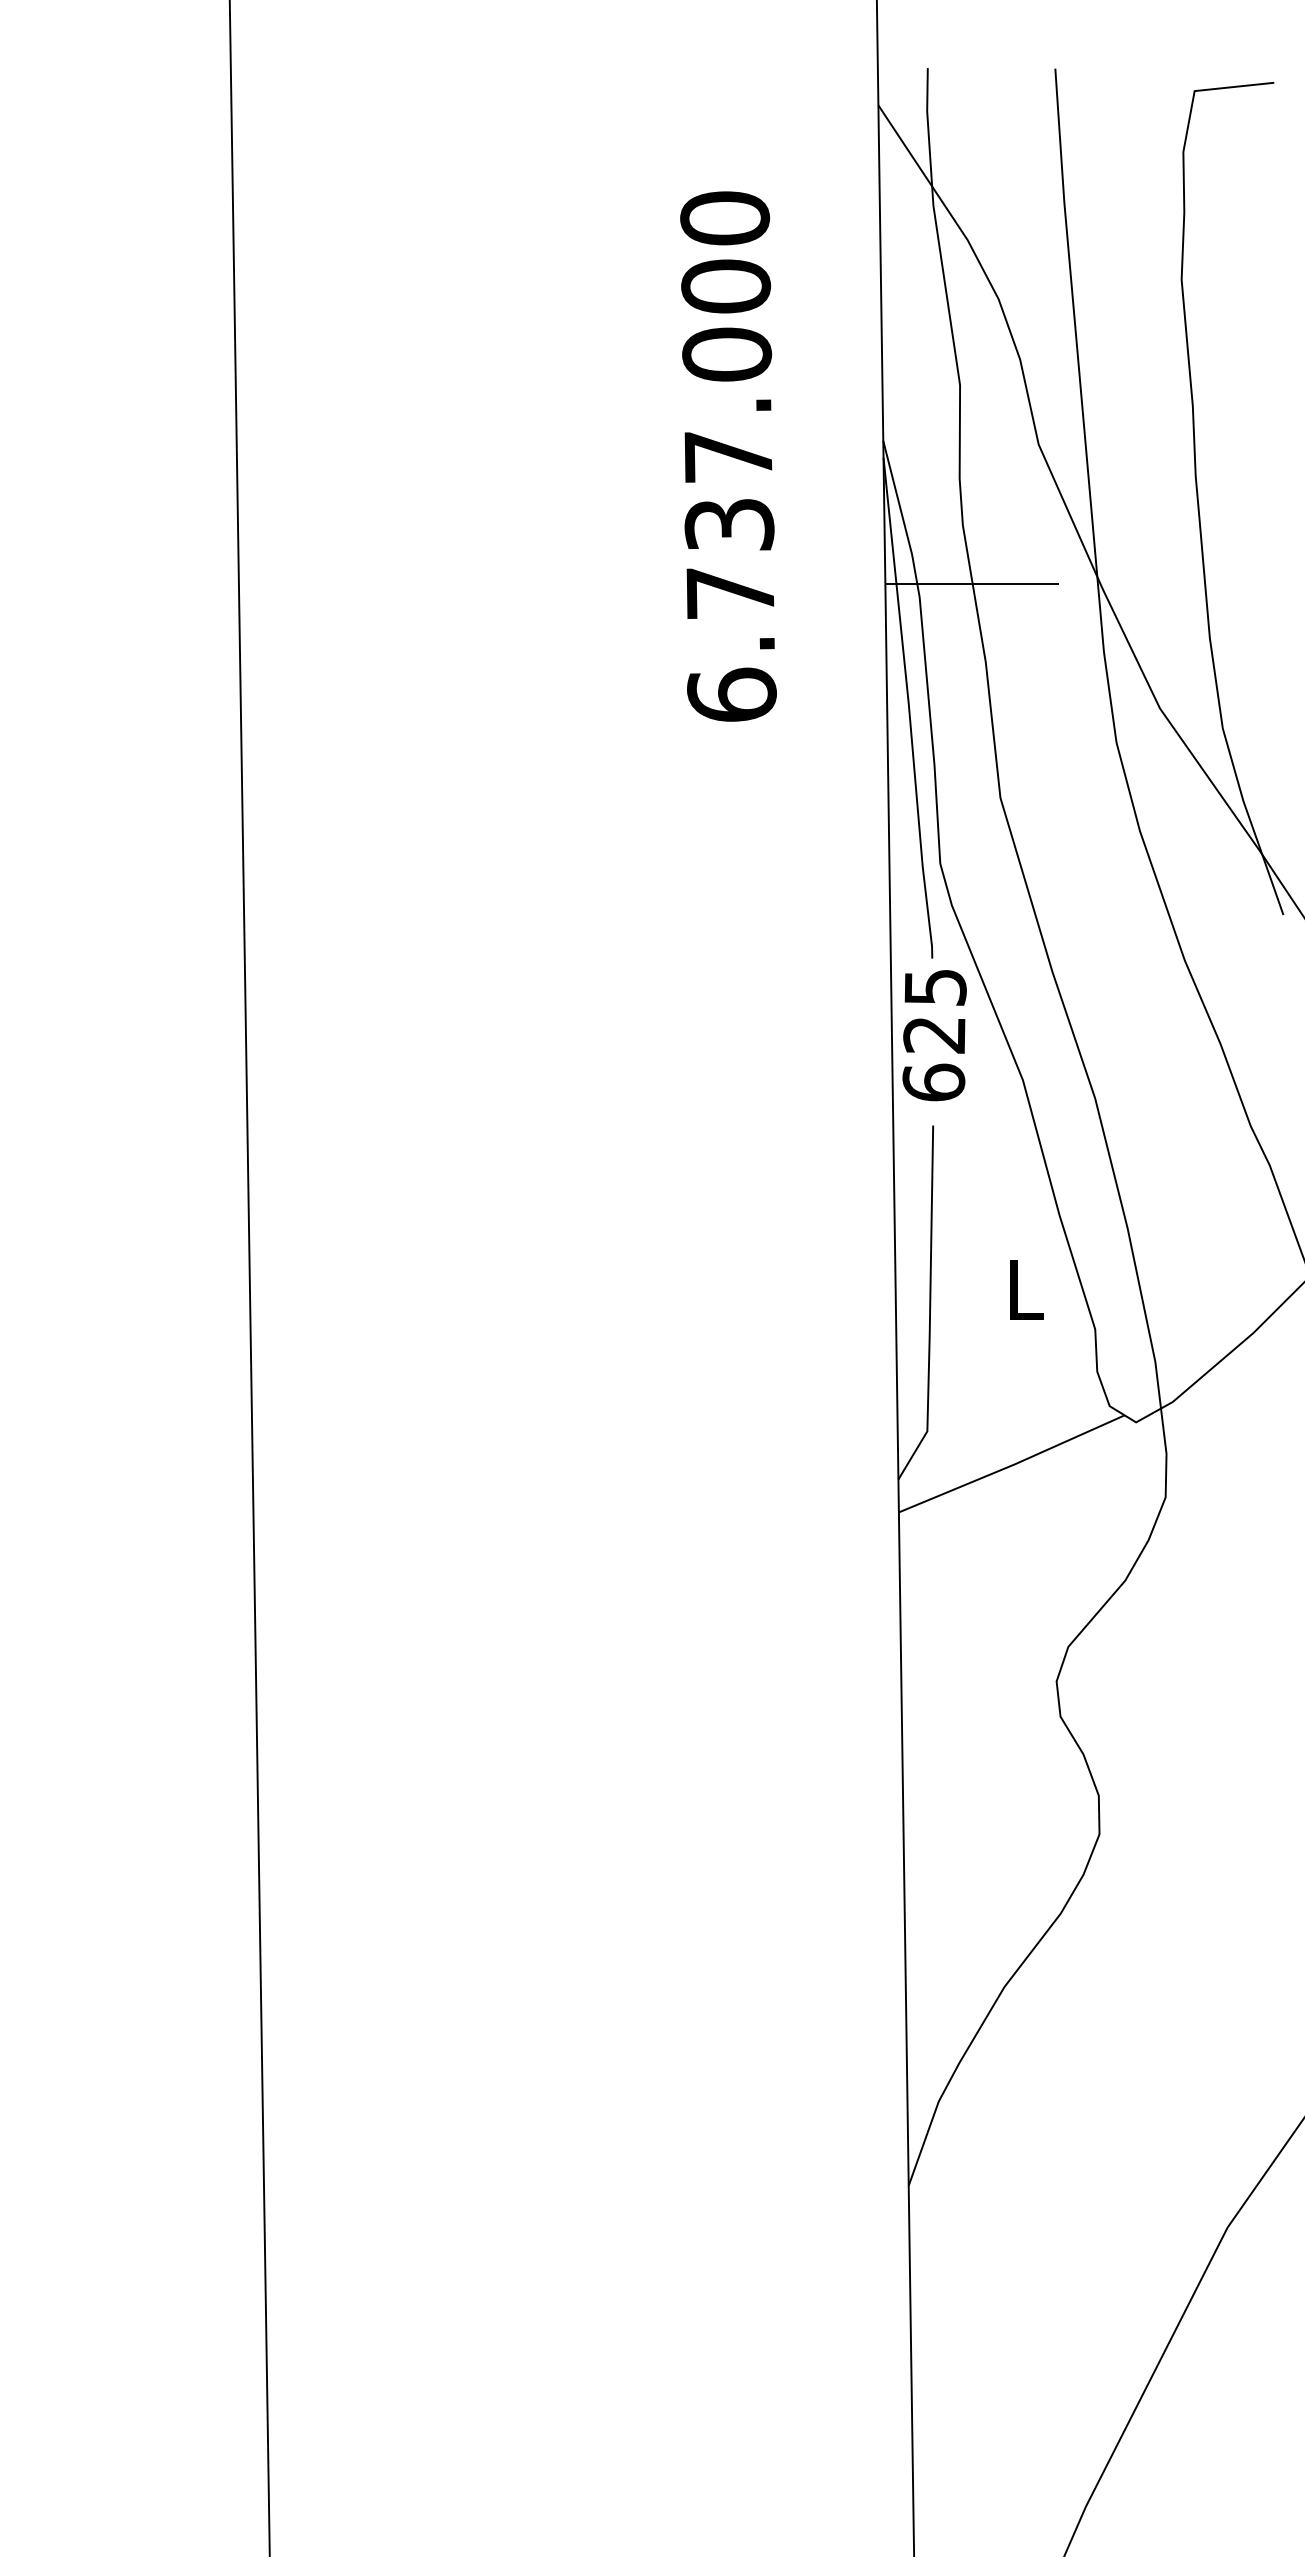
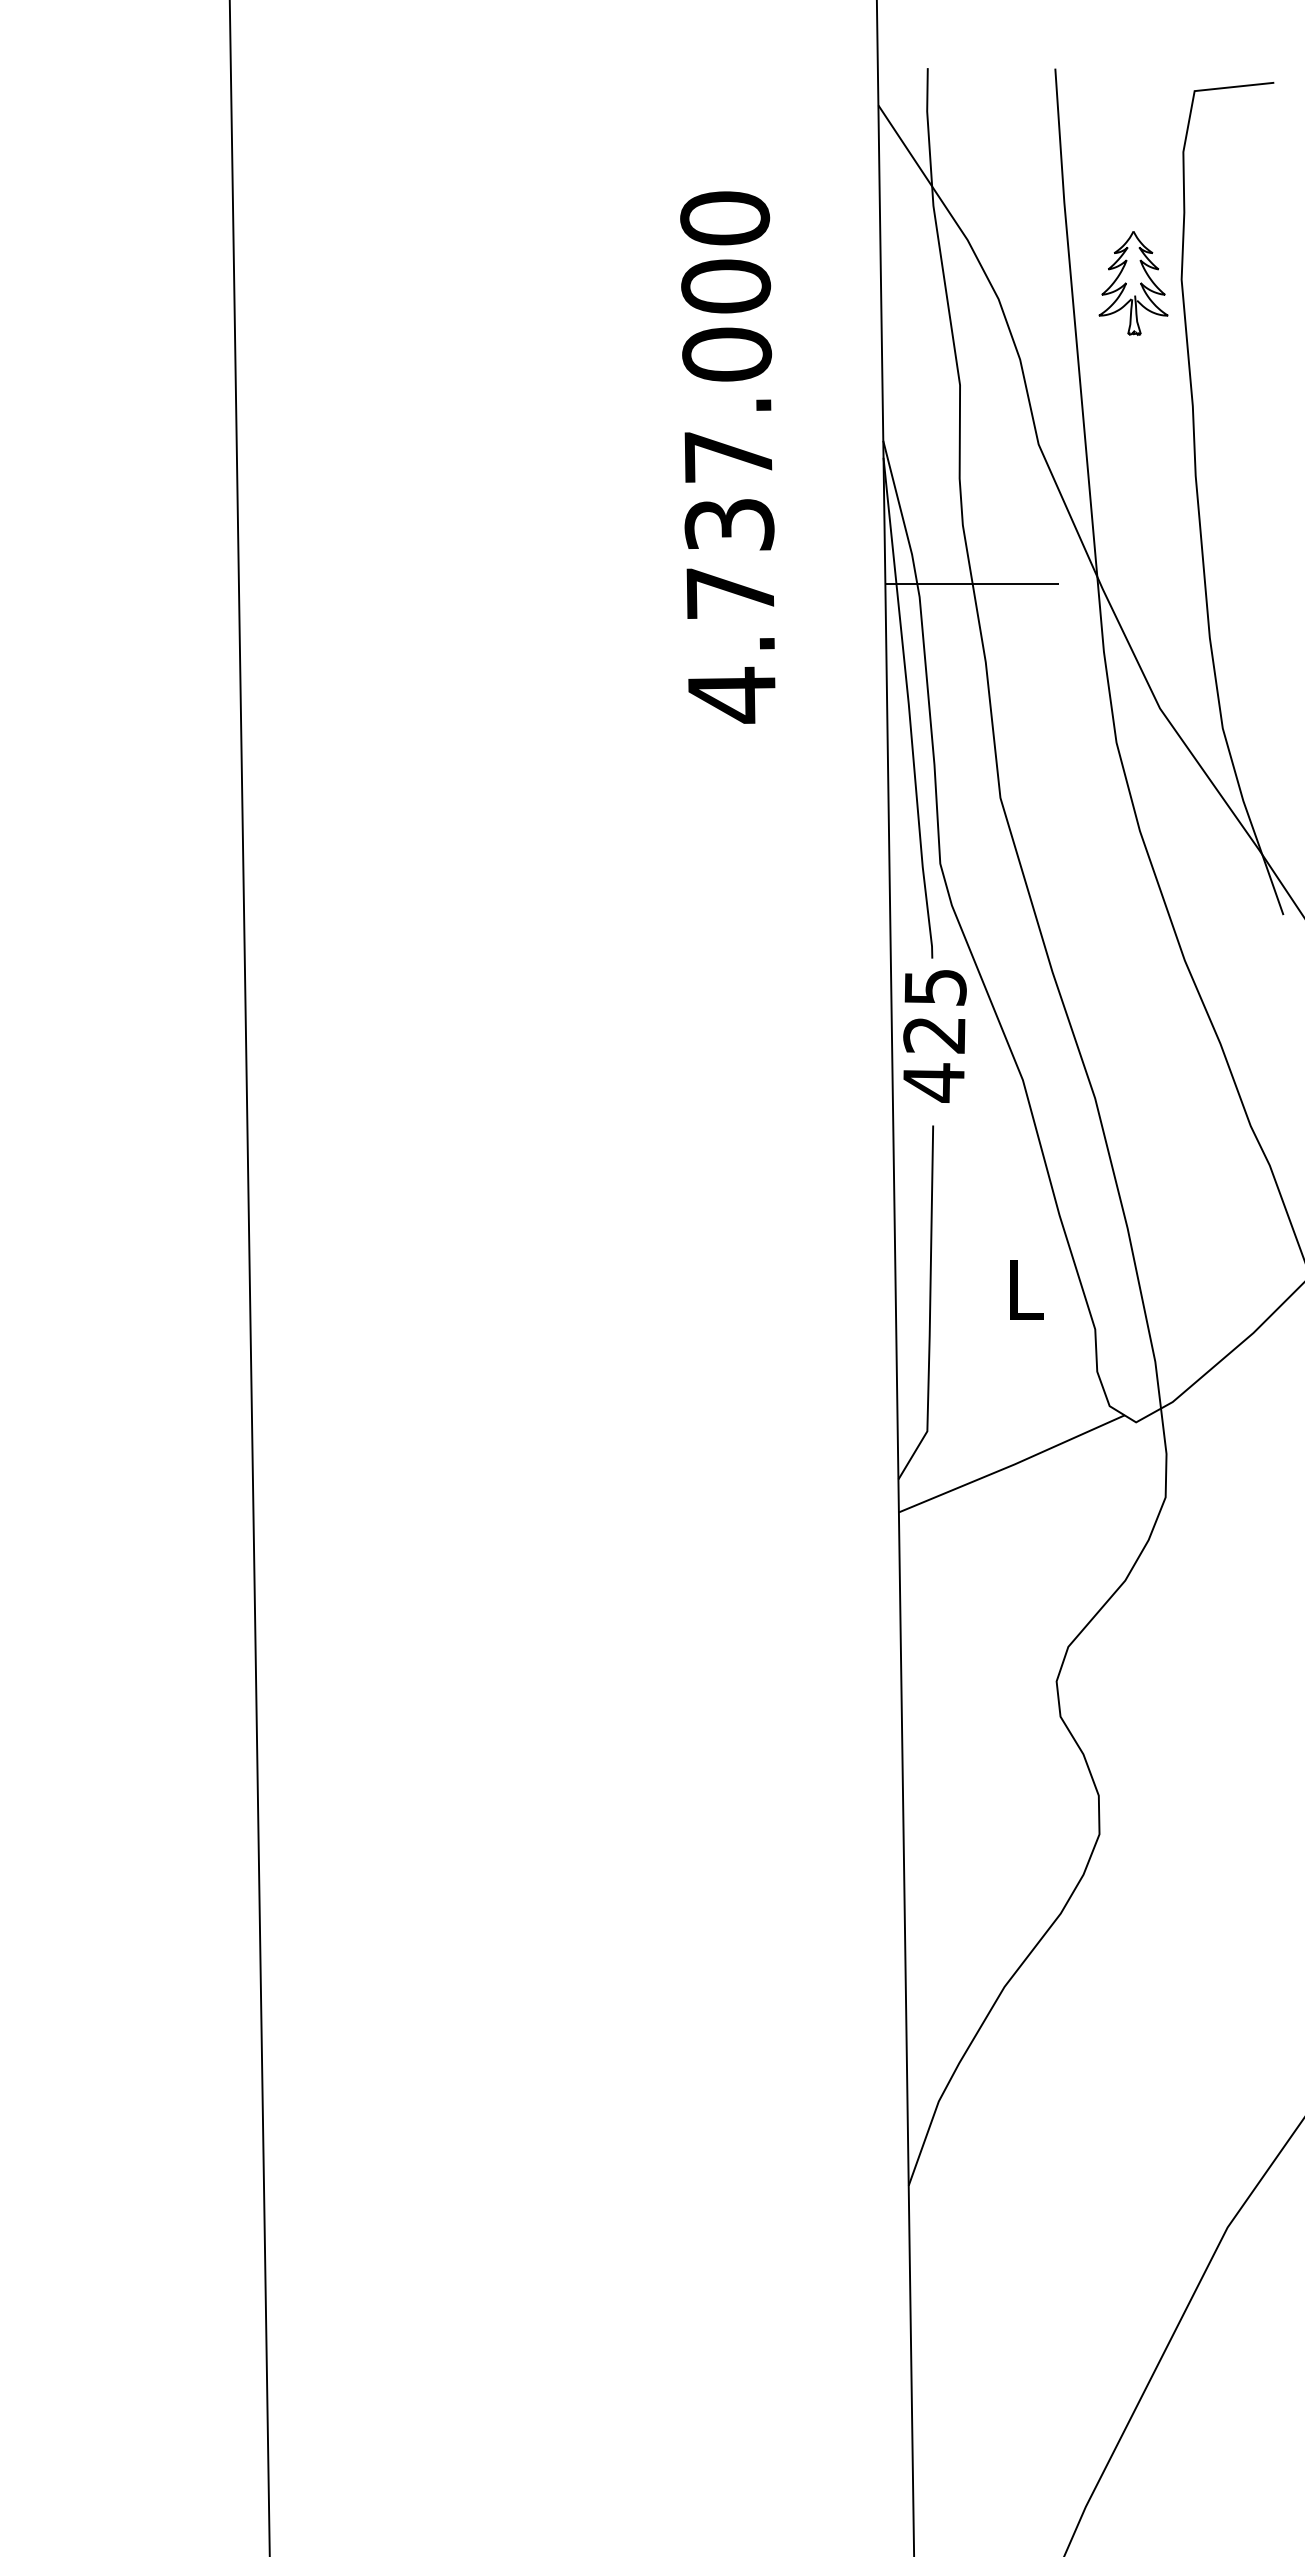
part at (1133, 283): none -> present
text at (731, 694): 6.737.000 -> 4.737.000
text at (933, 1082): 625 -> 425
